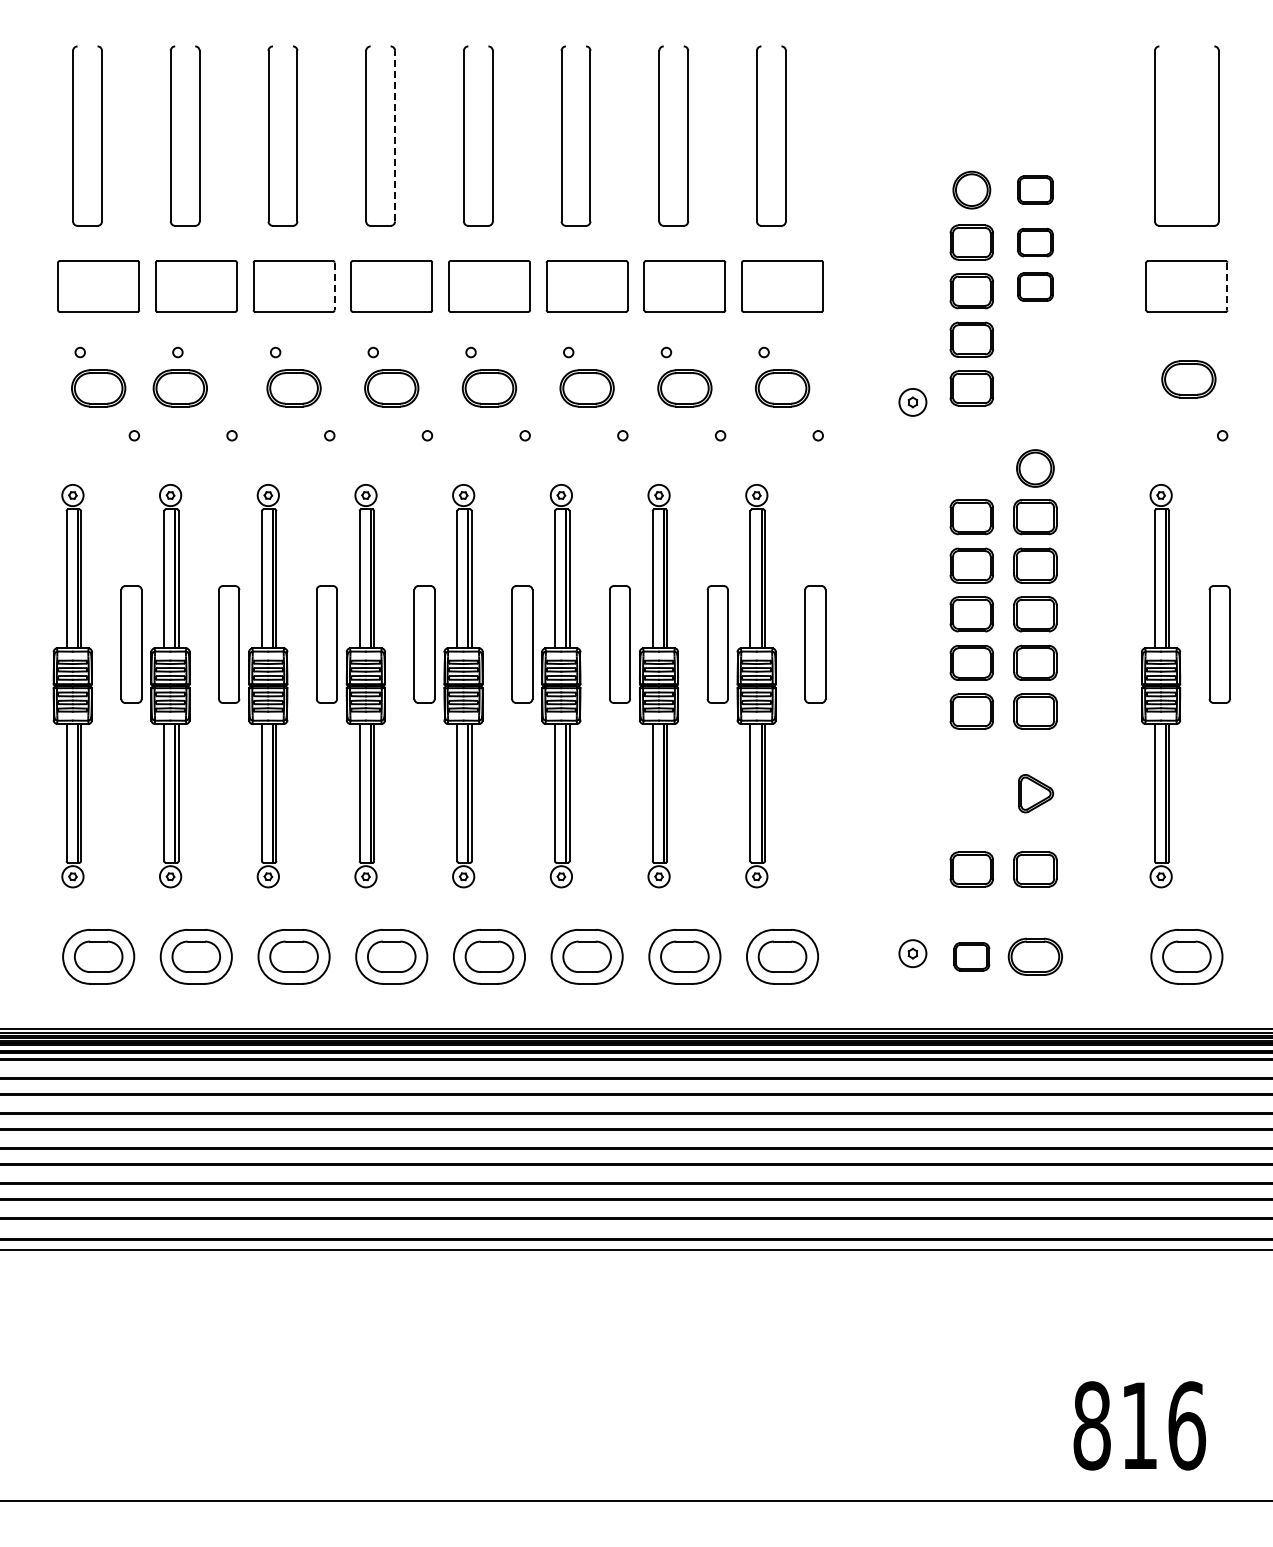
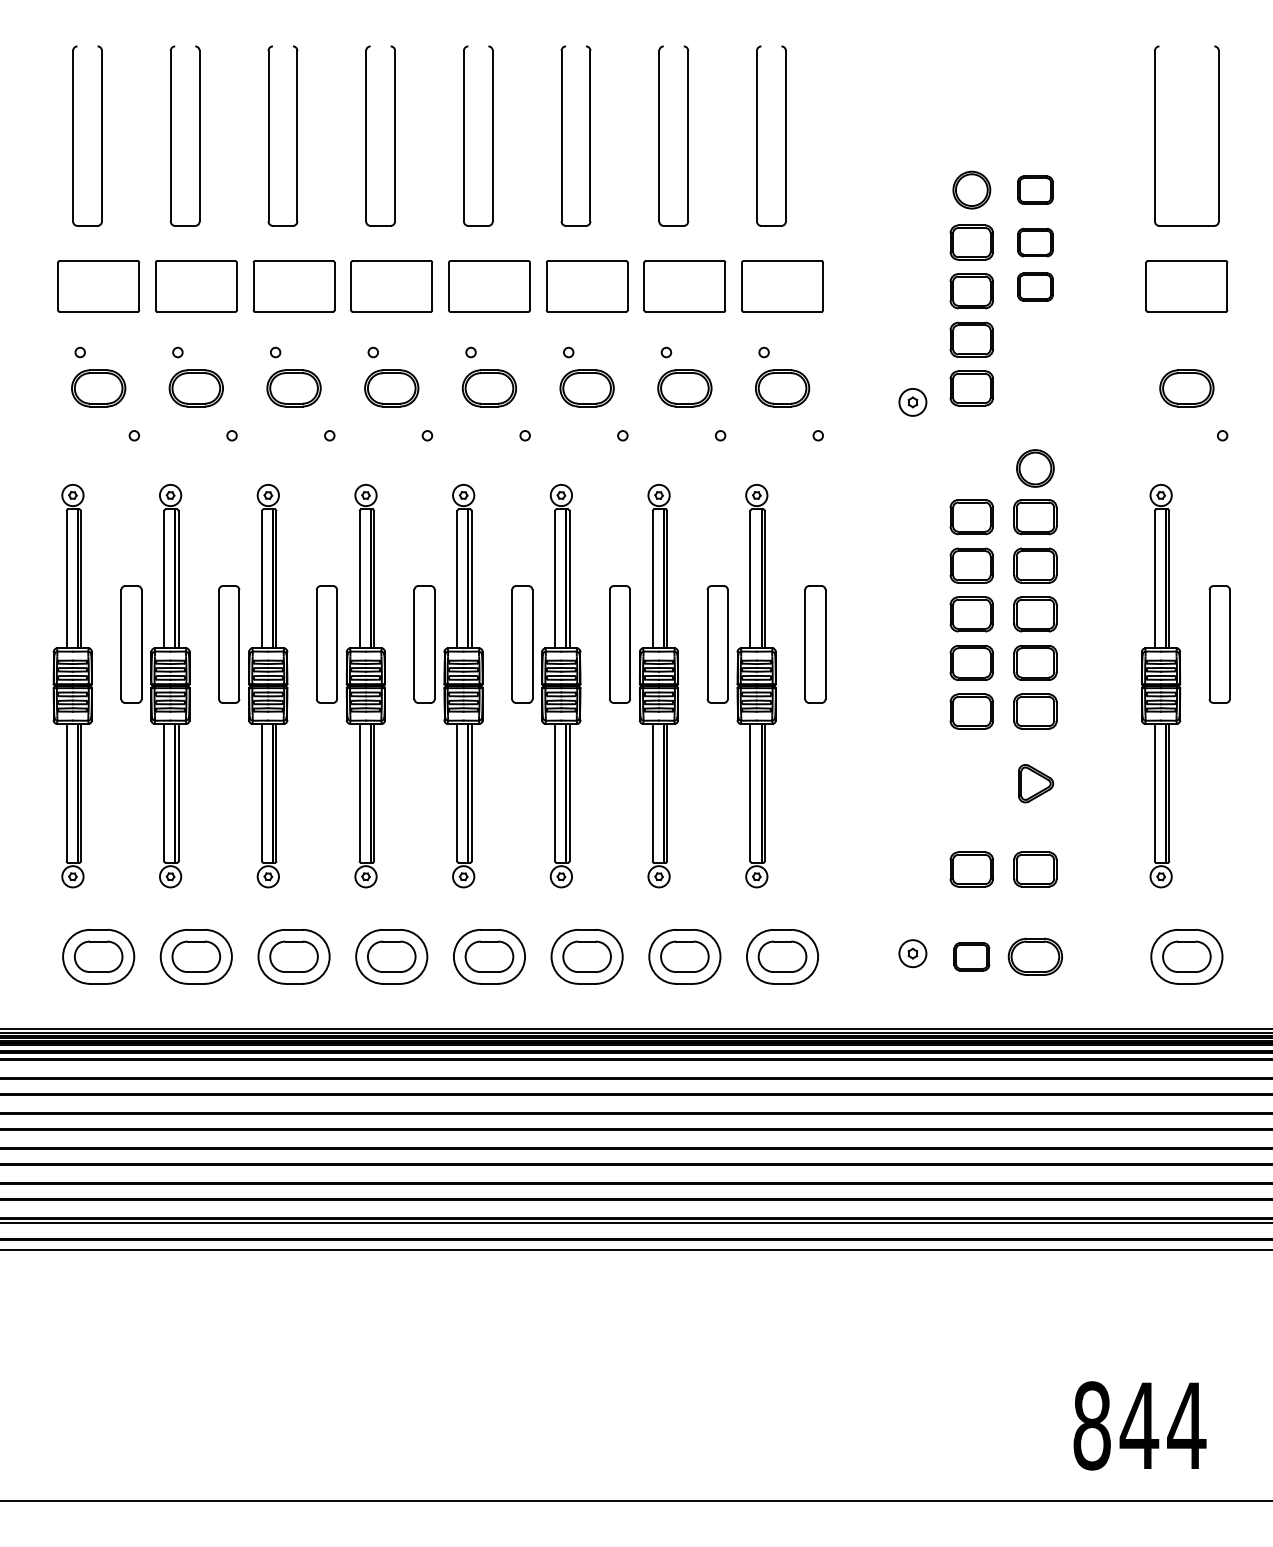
line at (395, 135): dashed -> solid
line at (334, 286): dashed -> solid
line at (1227, 286): dashed -> solid
part at (1188, 379) position: (1188, 379) -> (1186, 388)
part at (179, 388) position: (179, 388) -> (195, 388)
part at (1036, 793) position: (1036, 793) -> (1036, 783)
line at (635, 1223): none -> present
text at (1162, 1425): 816 -> 844
